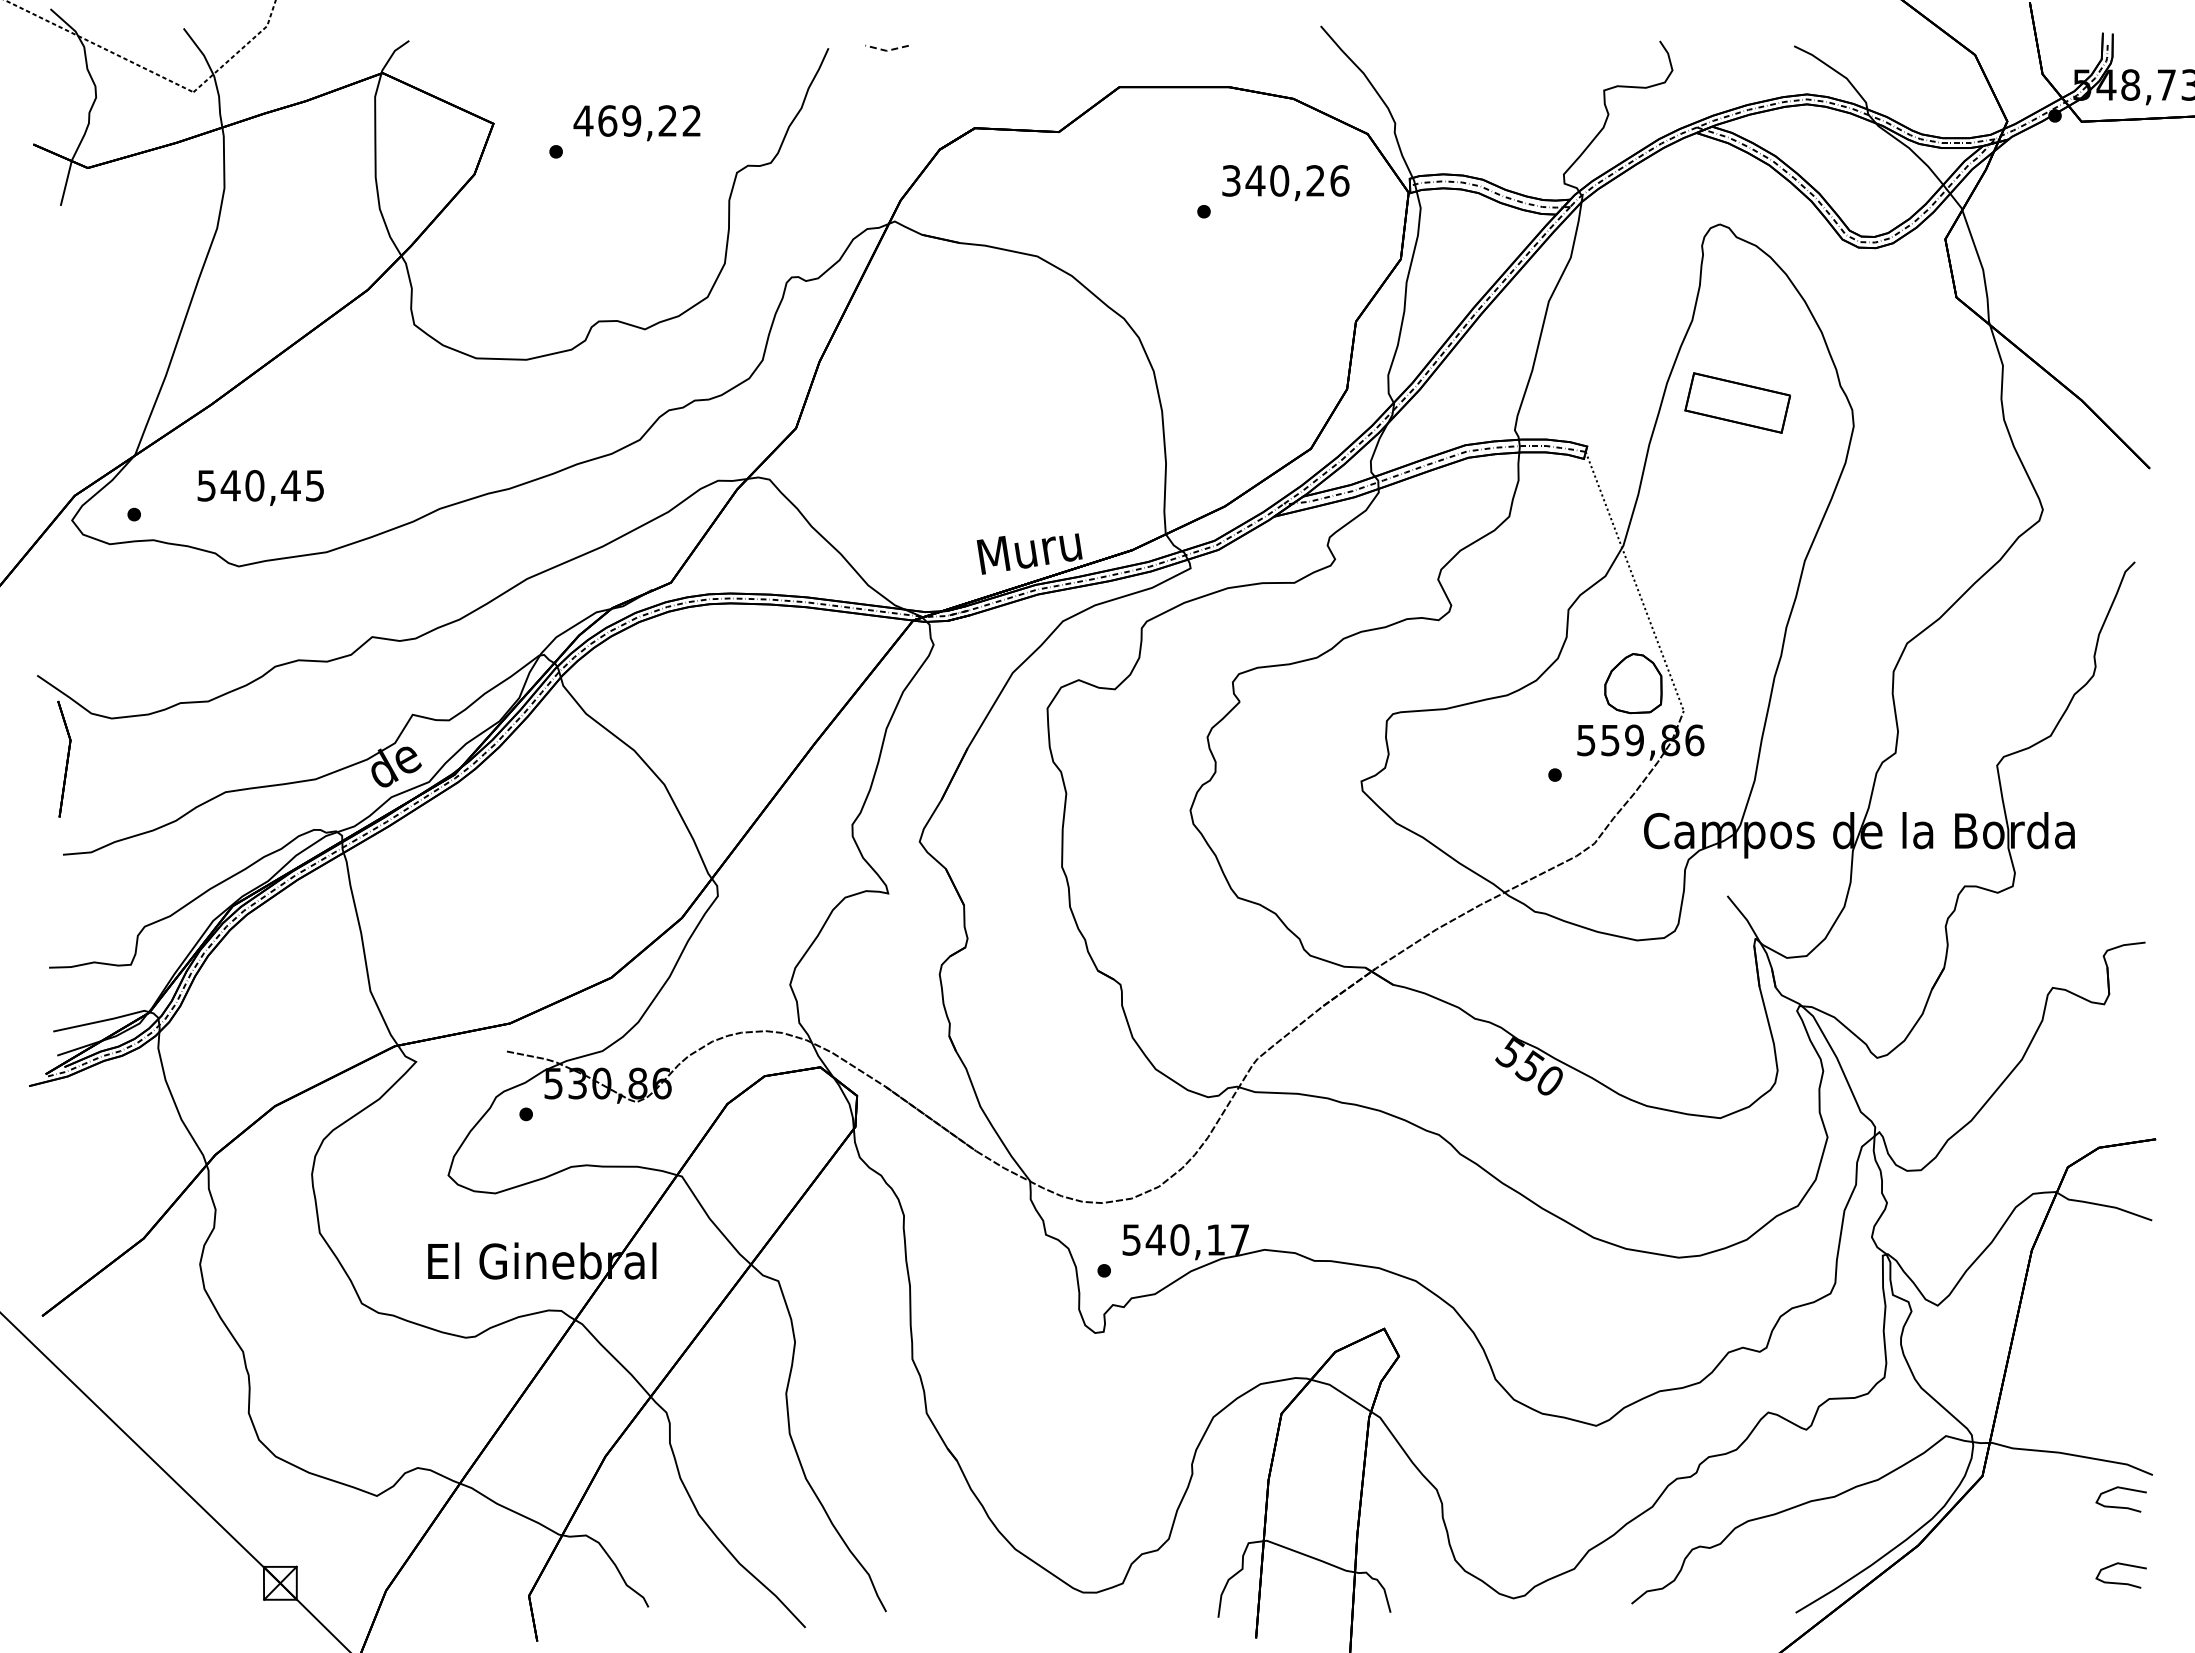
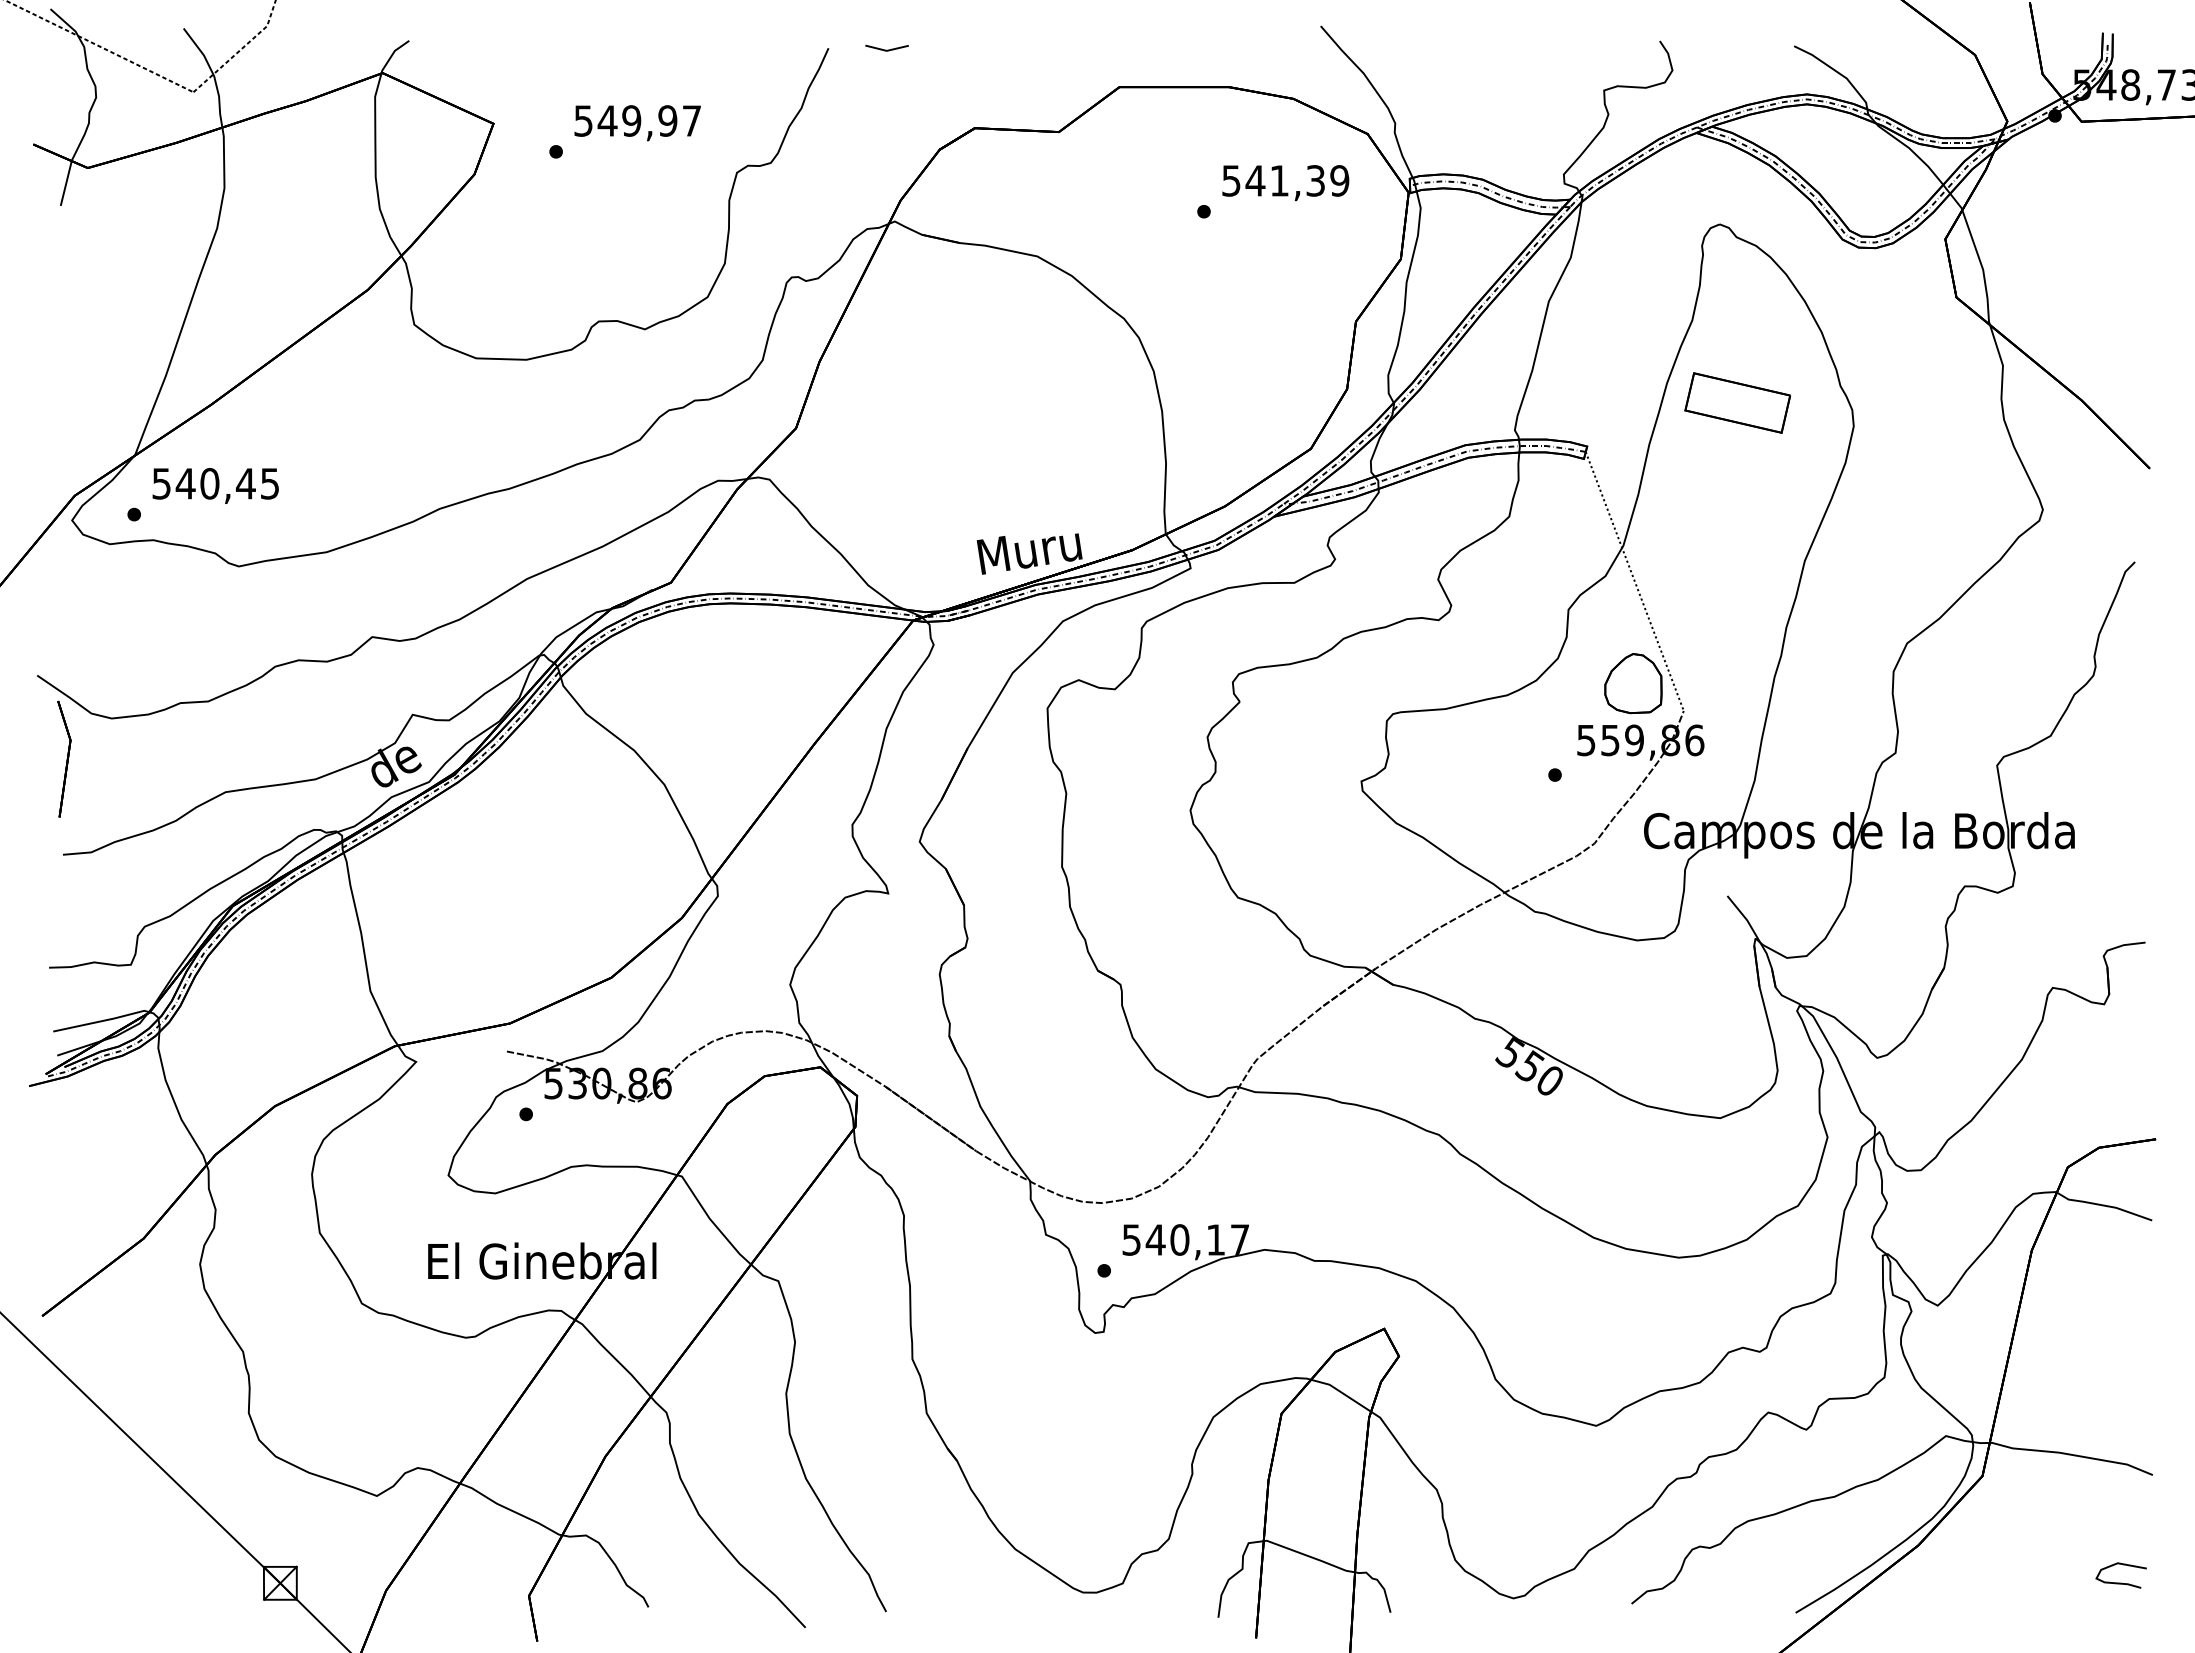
line at (886, 50): dashed -> solid
text at (636, 120): 469,22 -> 549,97
text at (1286, 180): 340,26 -> 541,39
text at (260, 487) position: (260, 487) -> (215, 485)
curve at (2120, 1506): present -> none
